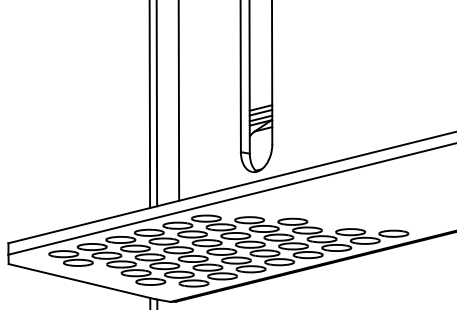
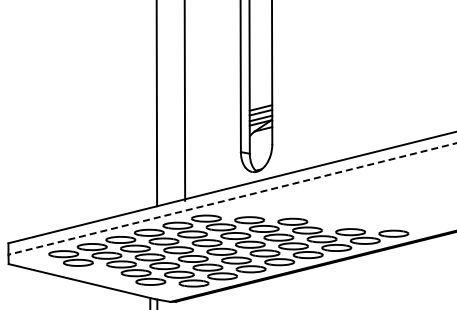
line at (178, 101) position: (178, 101) -> (184, 101)
line at (149, 105): present -> none
line at (232, 198): solid -> dashed
